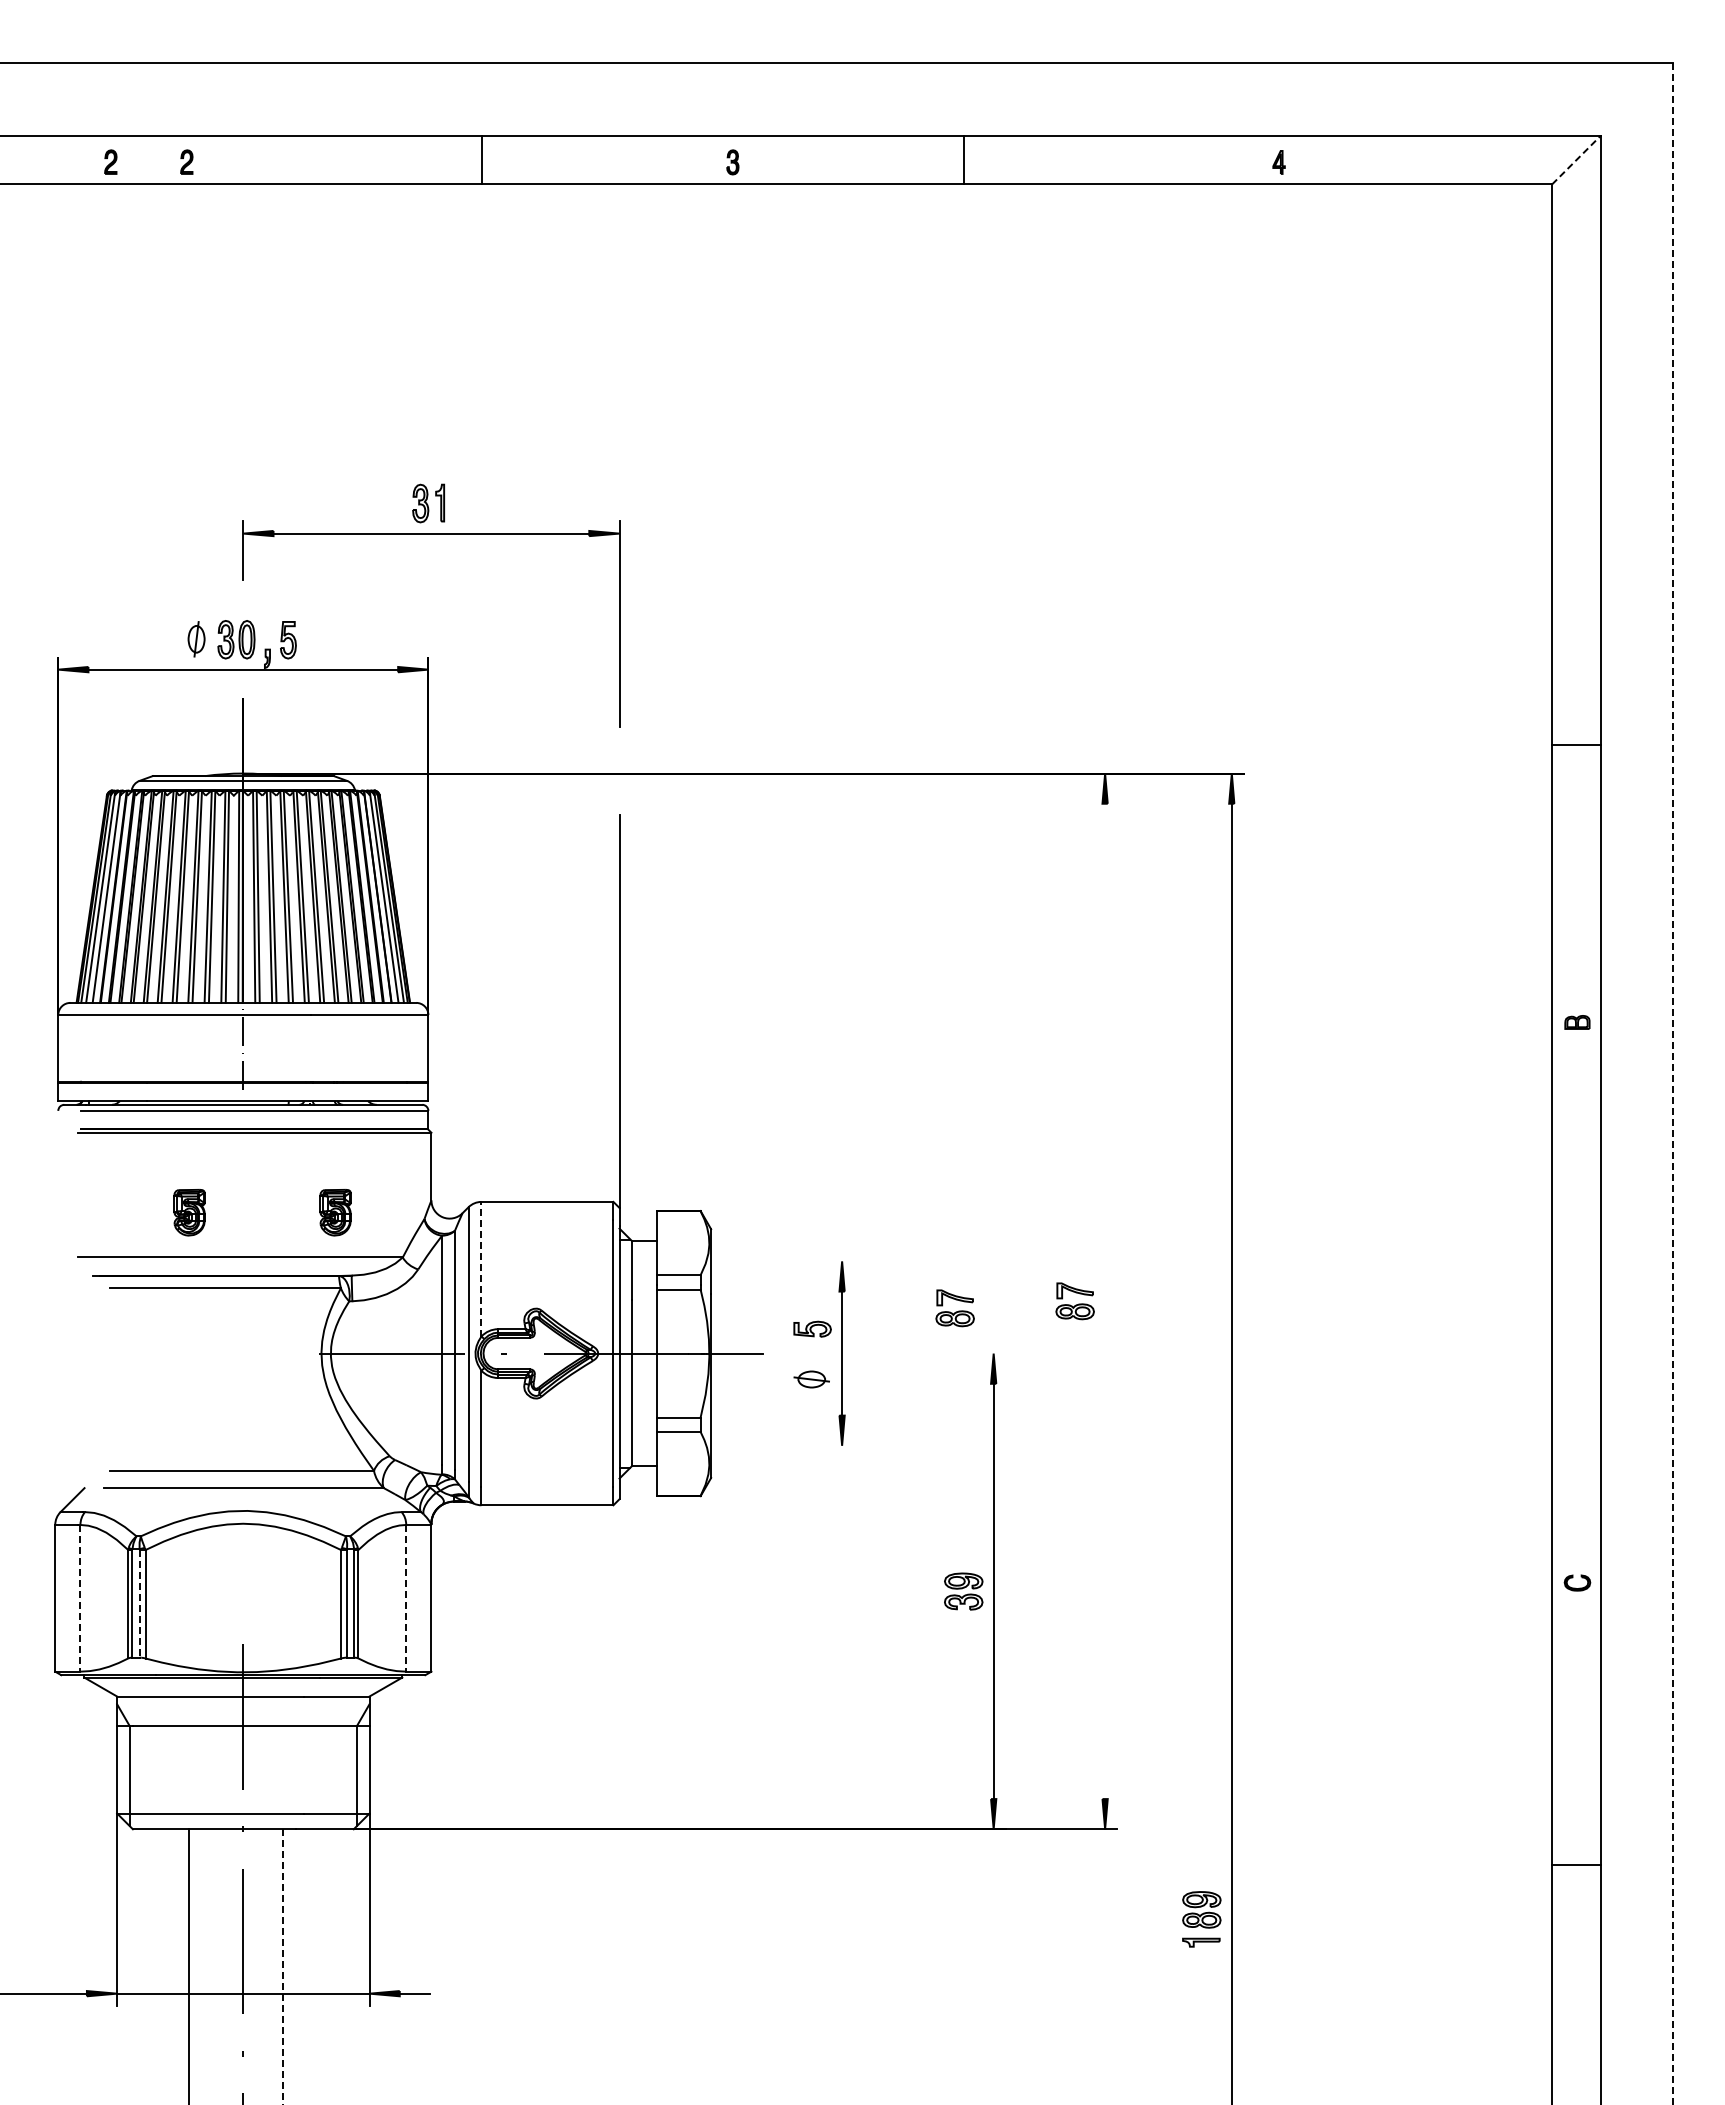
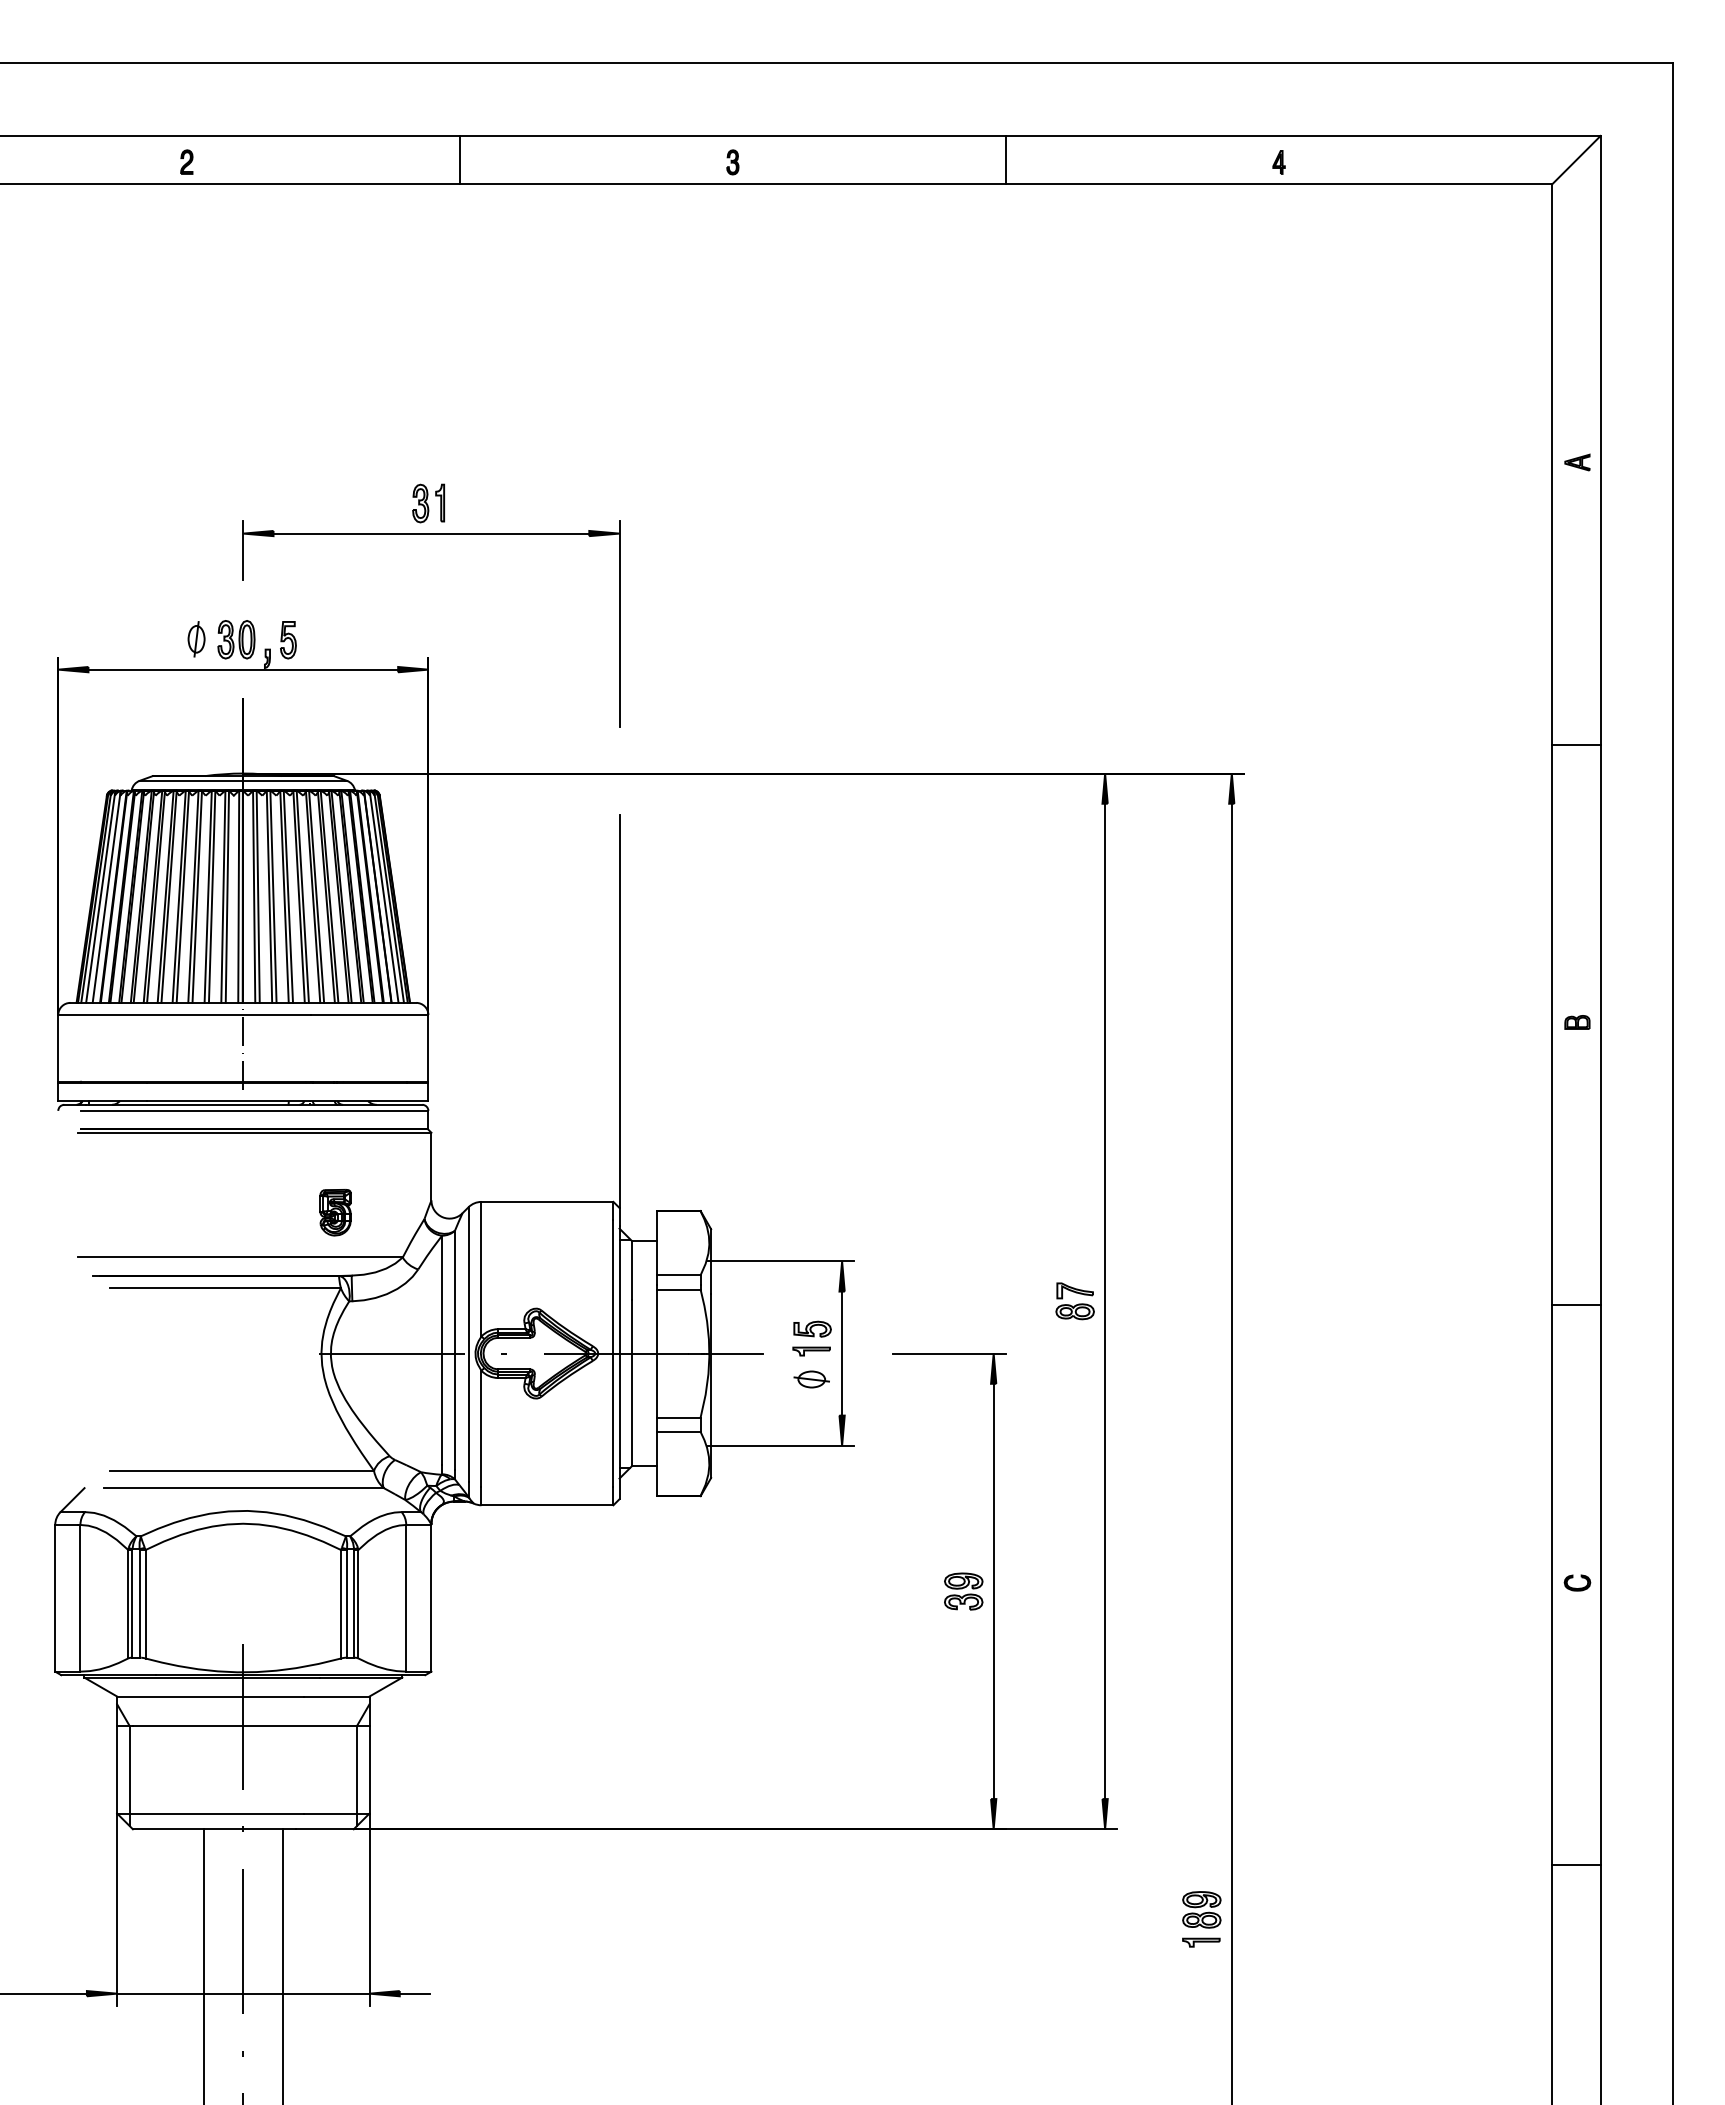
line at (481, 159) position: (481, 159) -> (459, 159)
line at (964, 159) position: (964, 159) -> (1006, 159)
line at (1576, 159): dashed -> solid
part at (110, 161): present -> none
part at (1577, 462): none -> present
line at (1673, 1083): dashed -> solid
part at (189, 1212): present -> none
line at (780, 1261): none -> present
line at (481, 1268): dashed -> solid
line at (1105, 1301): none -> present
line at (1576, 1304): none -> present
part at (954, 1308): present -> none
part at (811, 1351): none -> present
line at (948, 1353): none -> present
line at (780, 1445): none -> present
line at (80, 1598): dashed -> solid
line at (406, 1598): dashed -> solid
line at (139, 1603): dashed -> solid
line at (188, 1965) position: (188, 1965) -> (203, 1965)
line at (282, 1967): dashed -> solid
